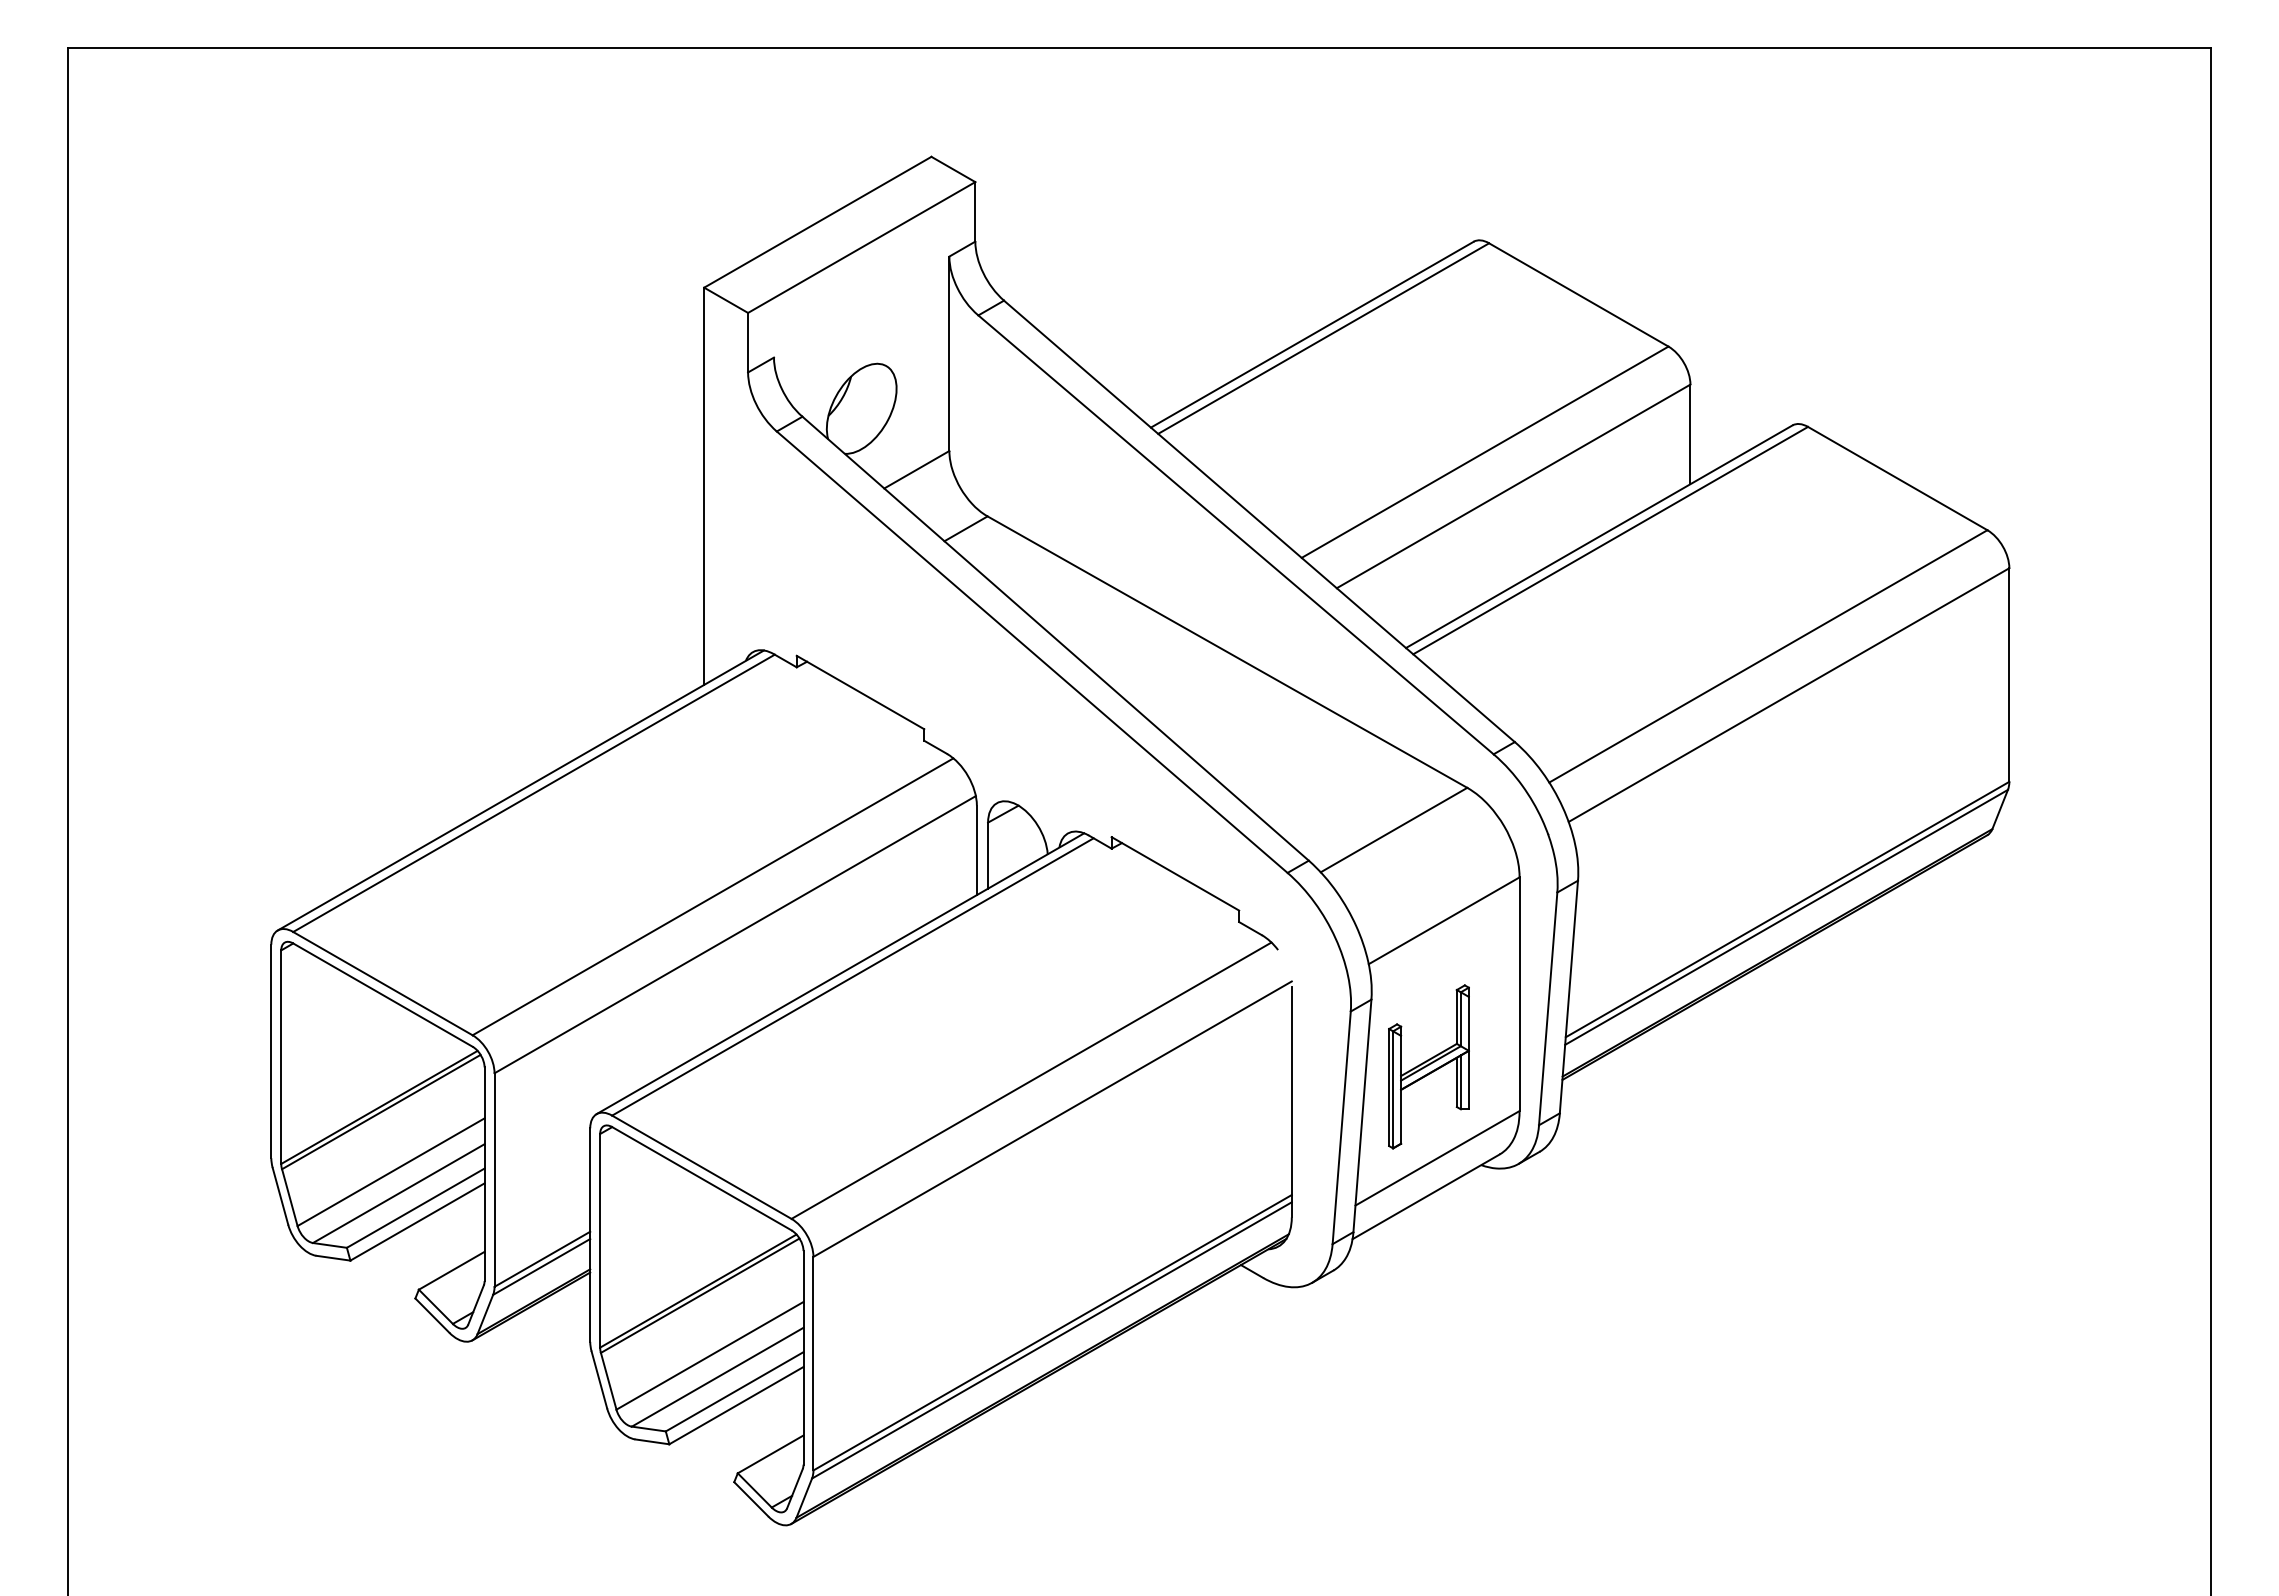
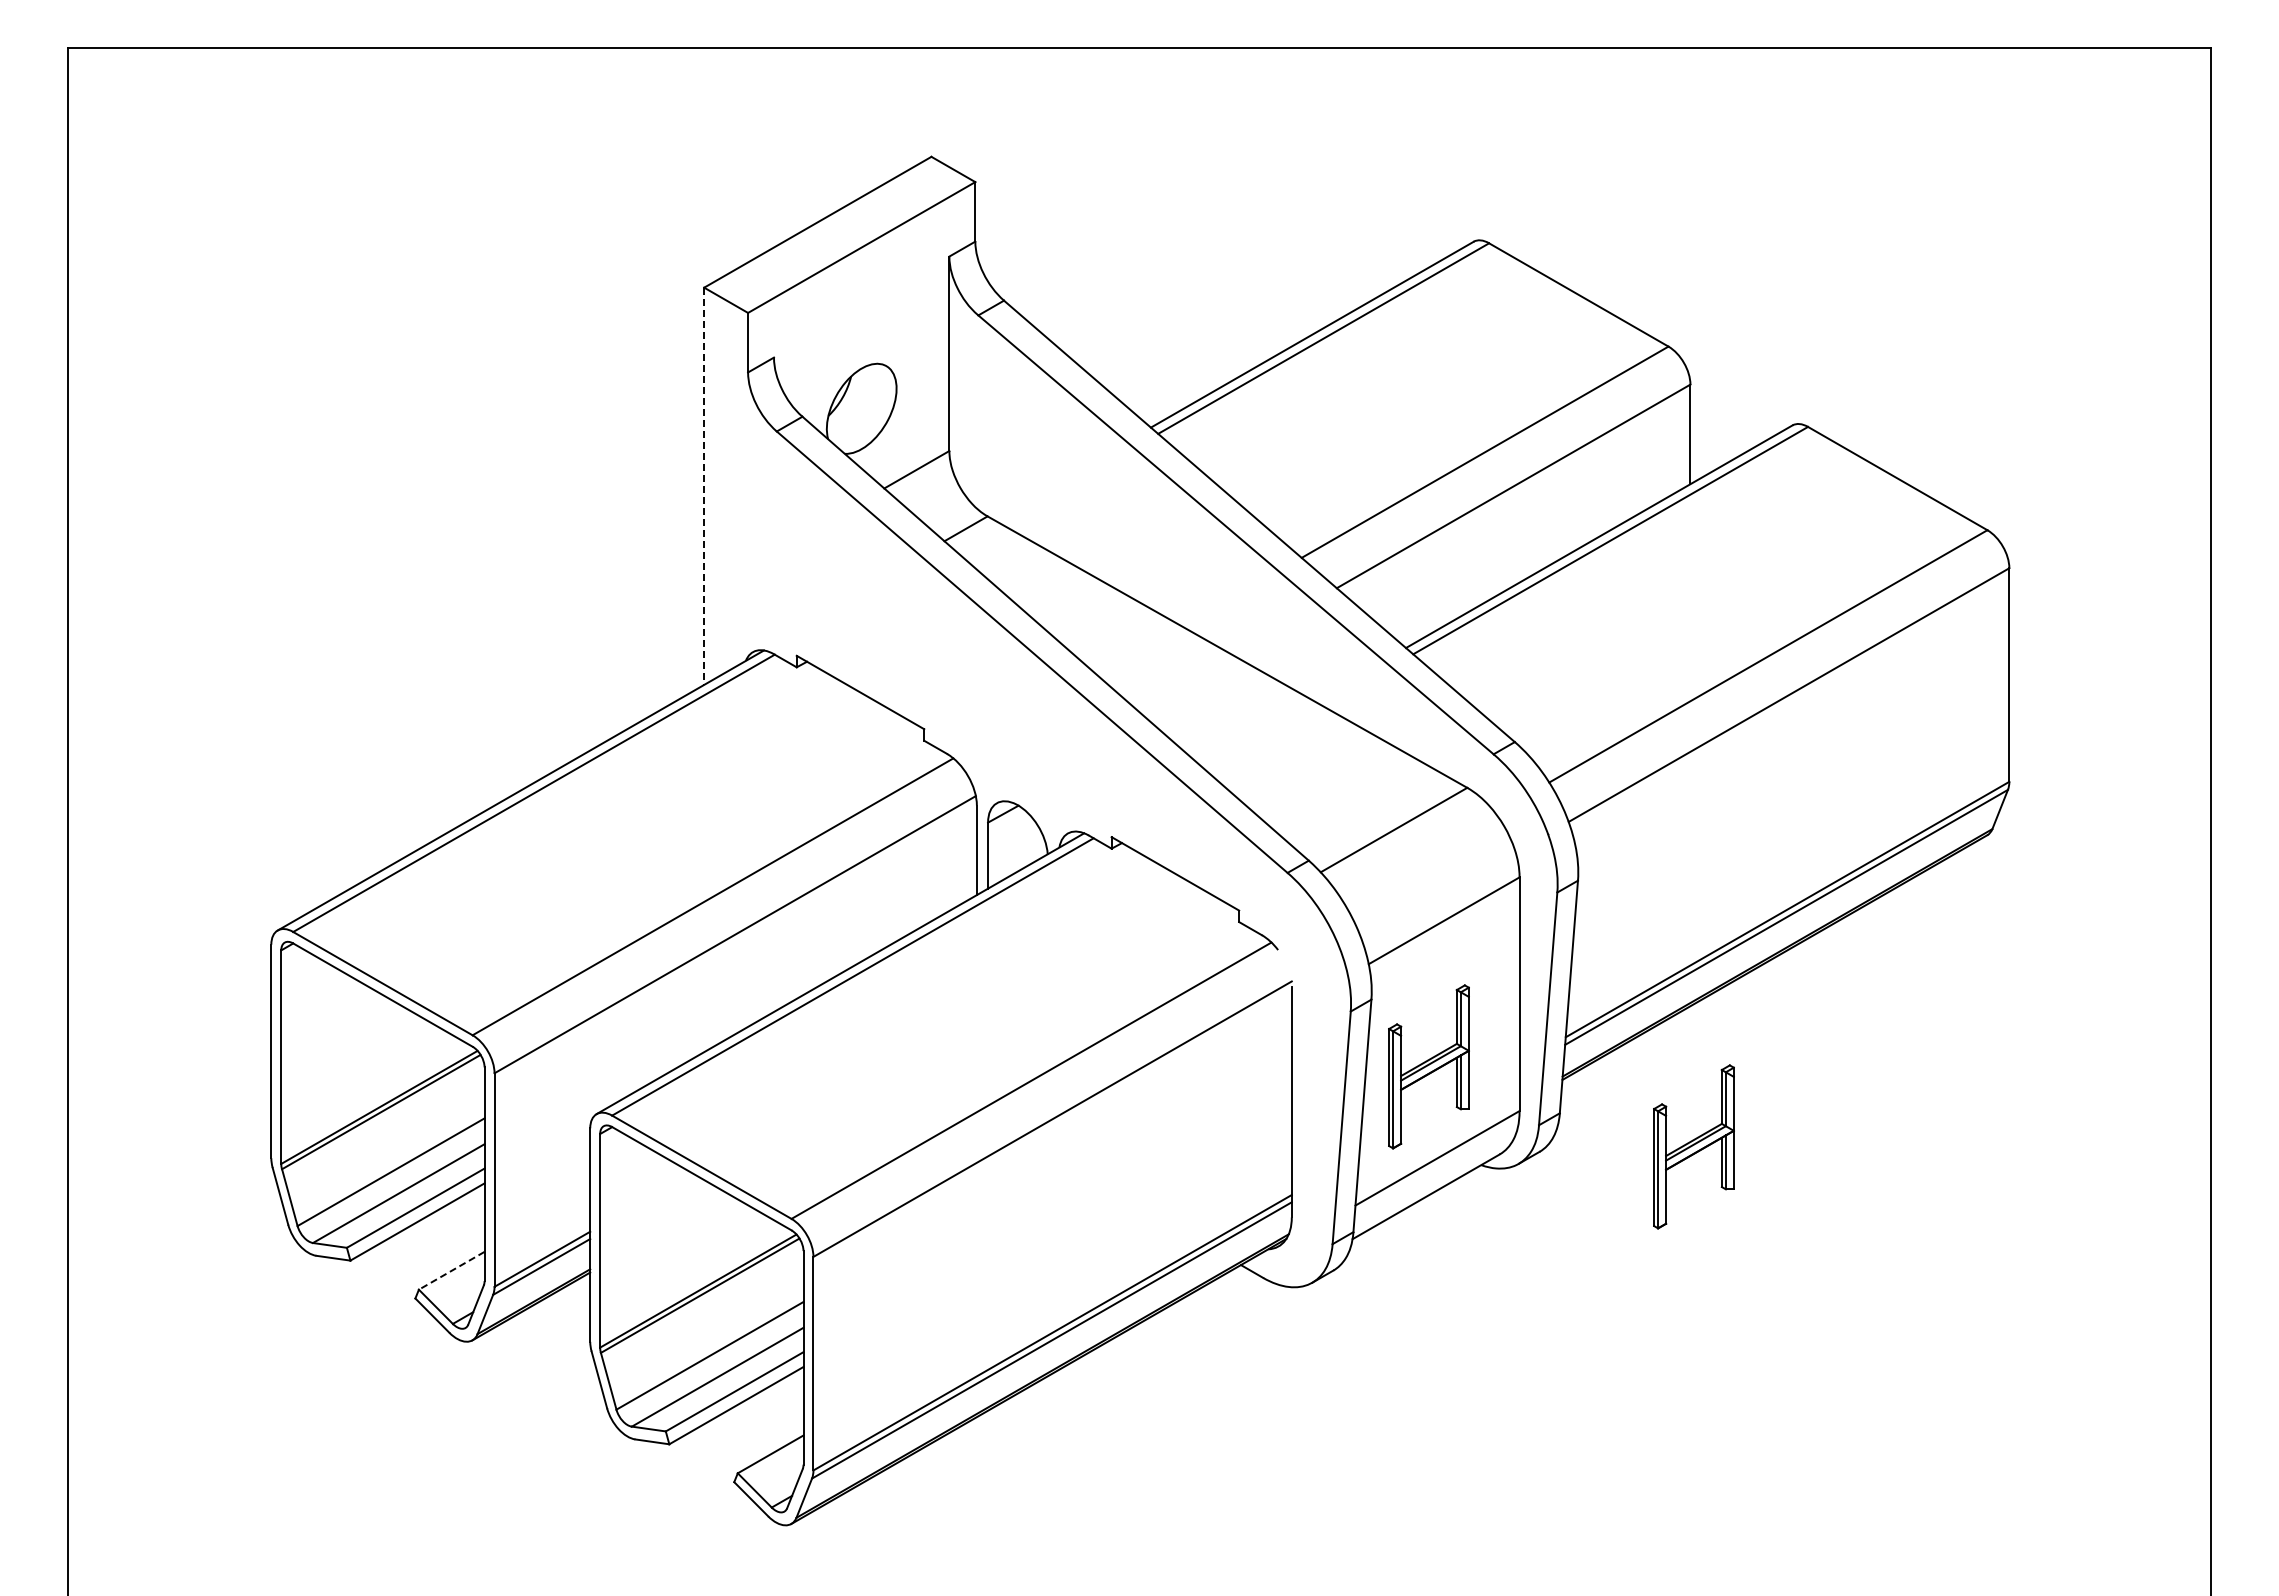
line at (704, 486): solid -> dashed
part at (1693, 1146): none -> present
line at (451, 1270): solid -> dashed
